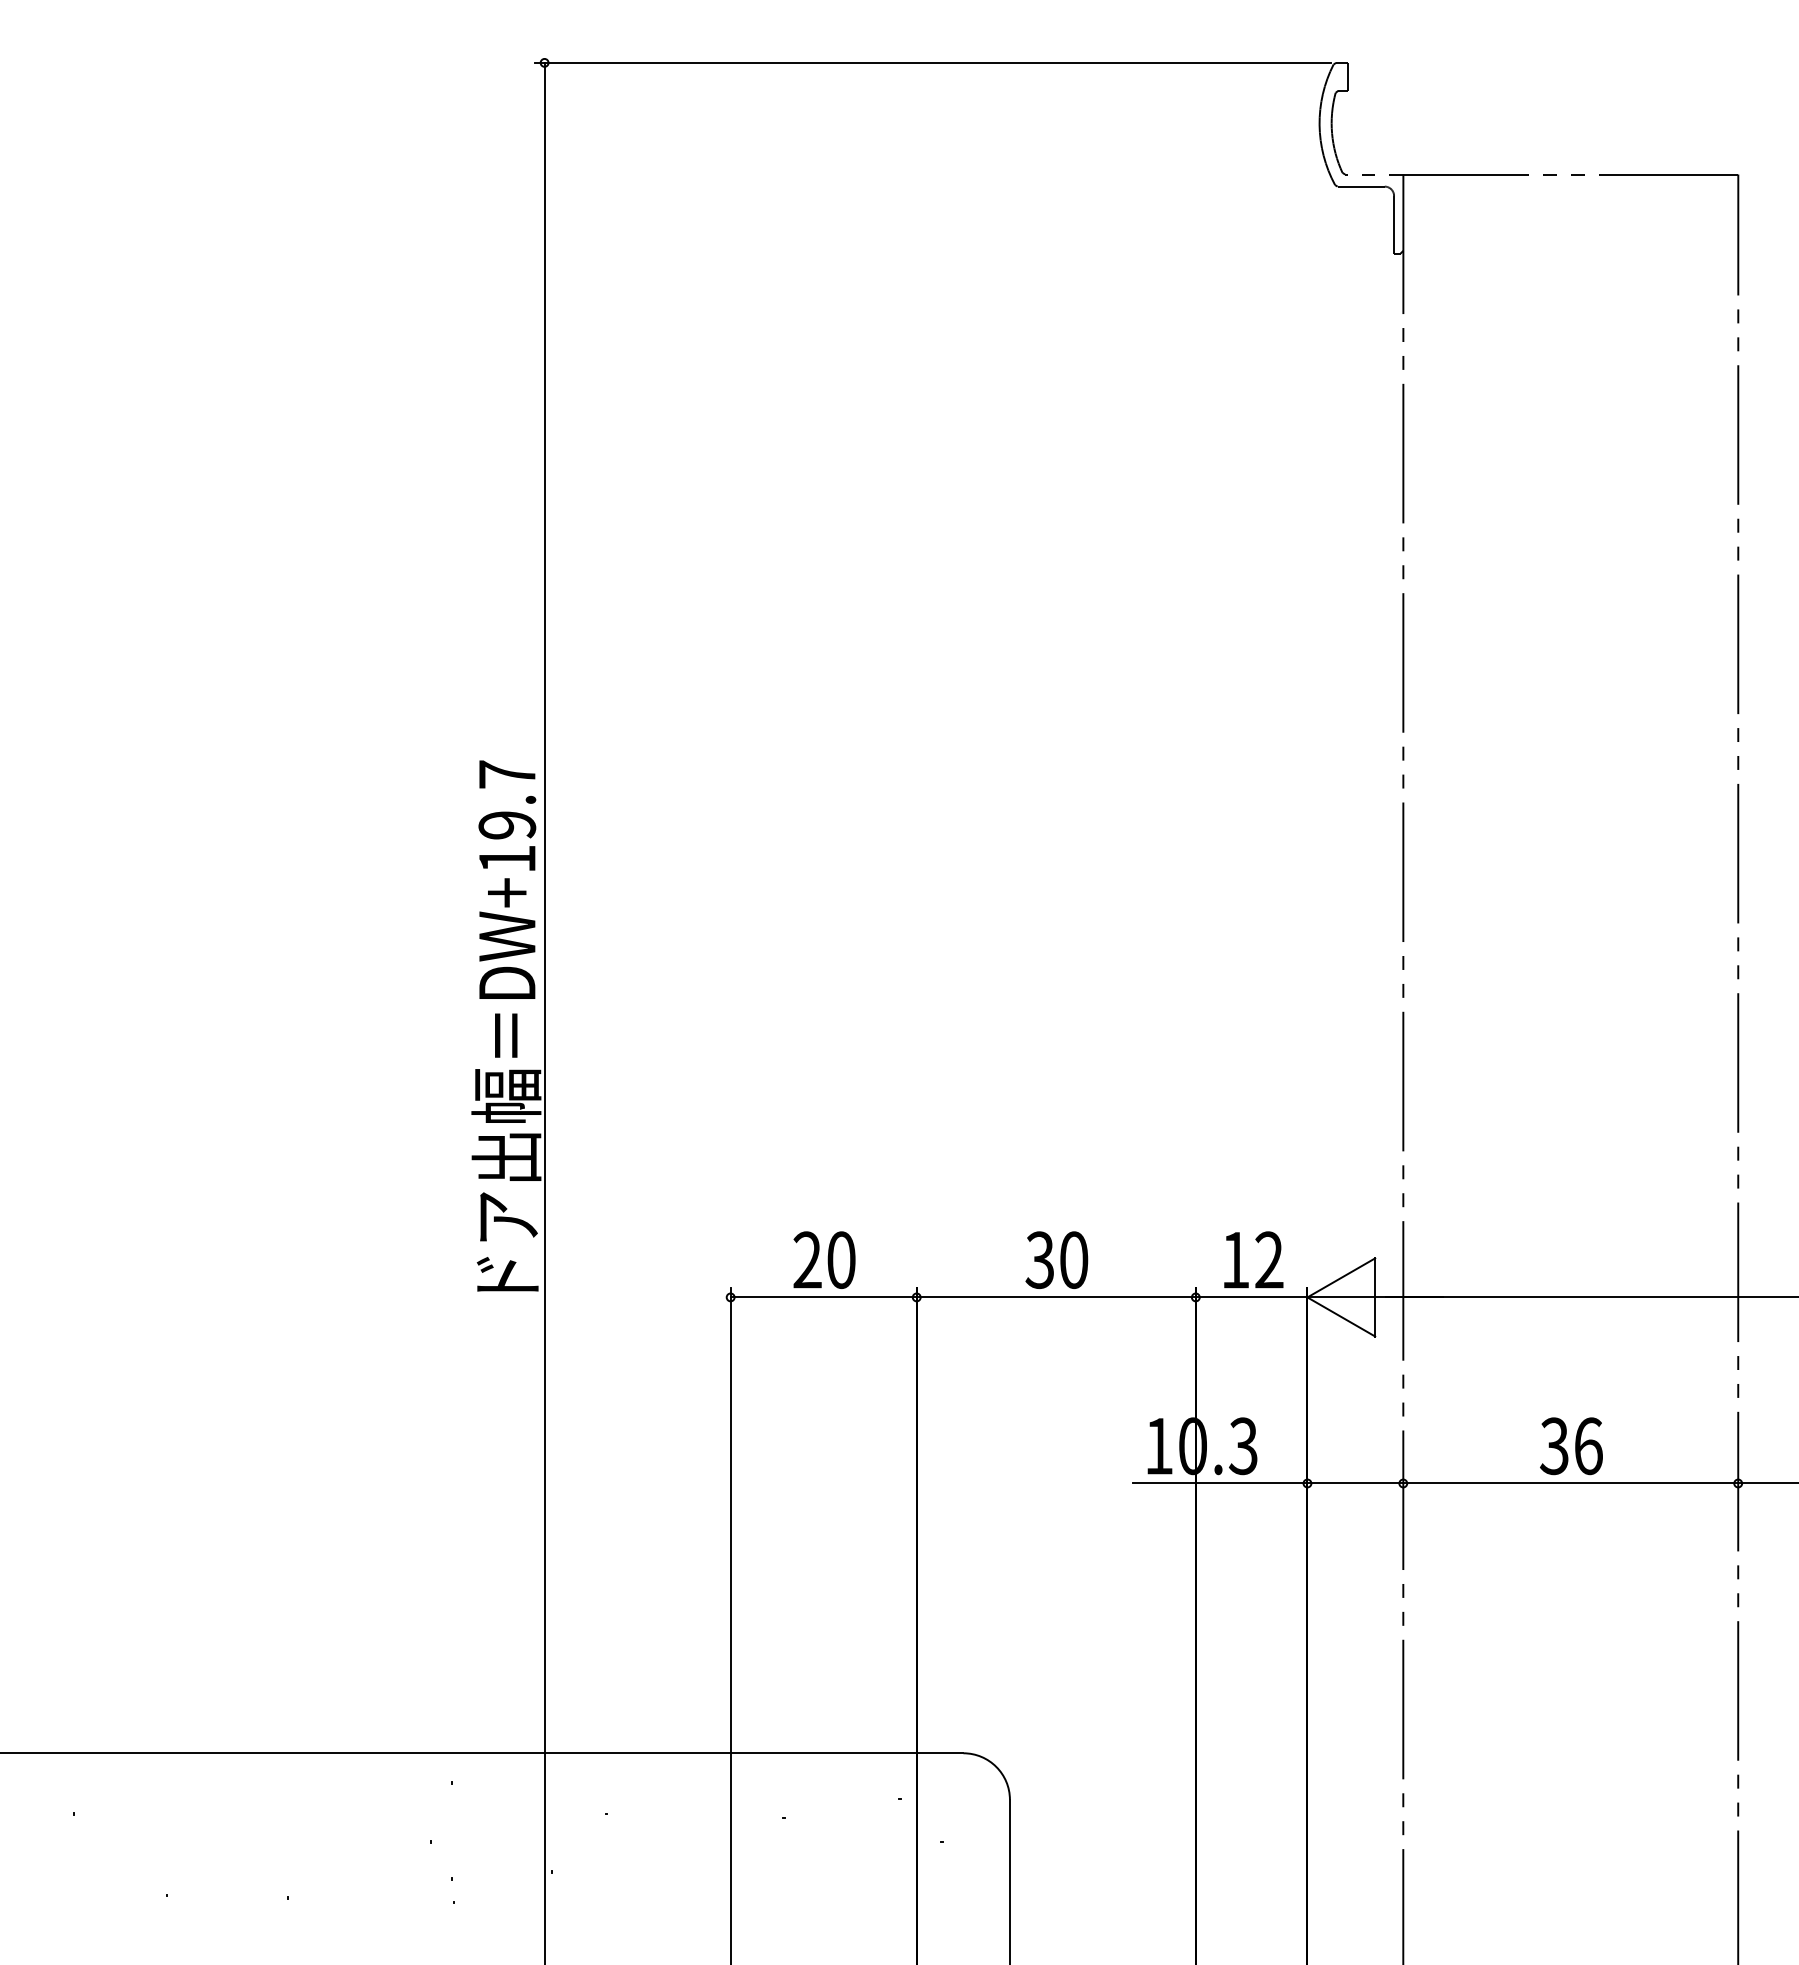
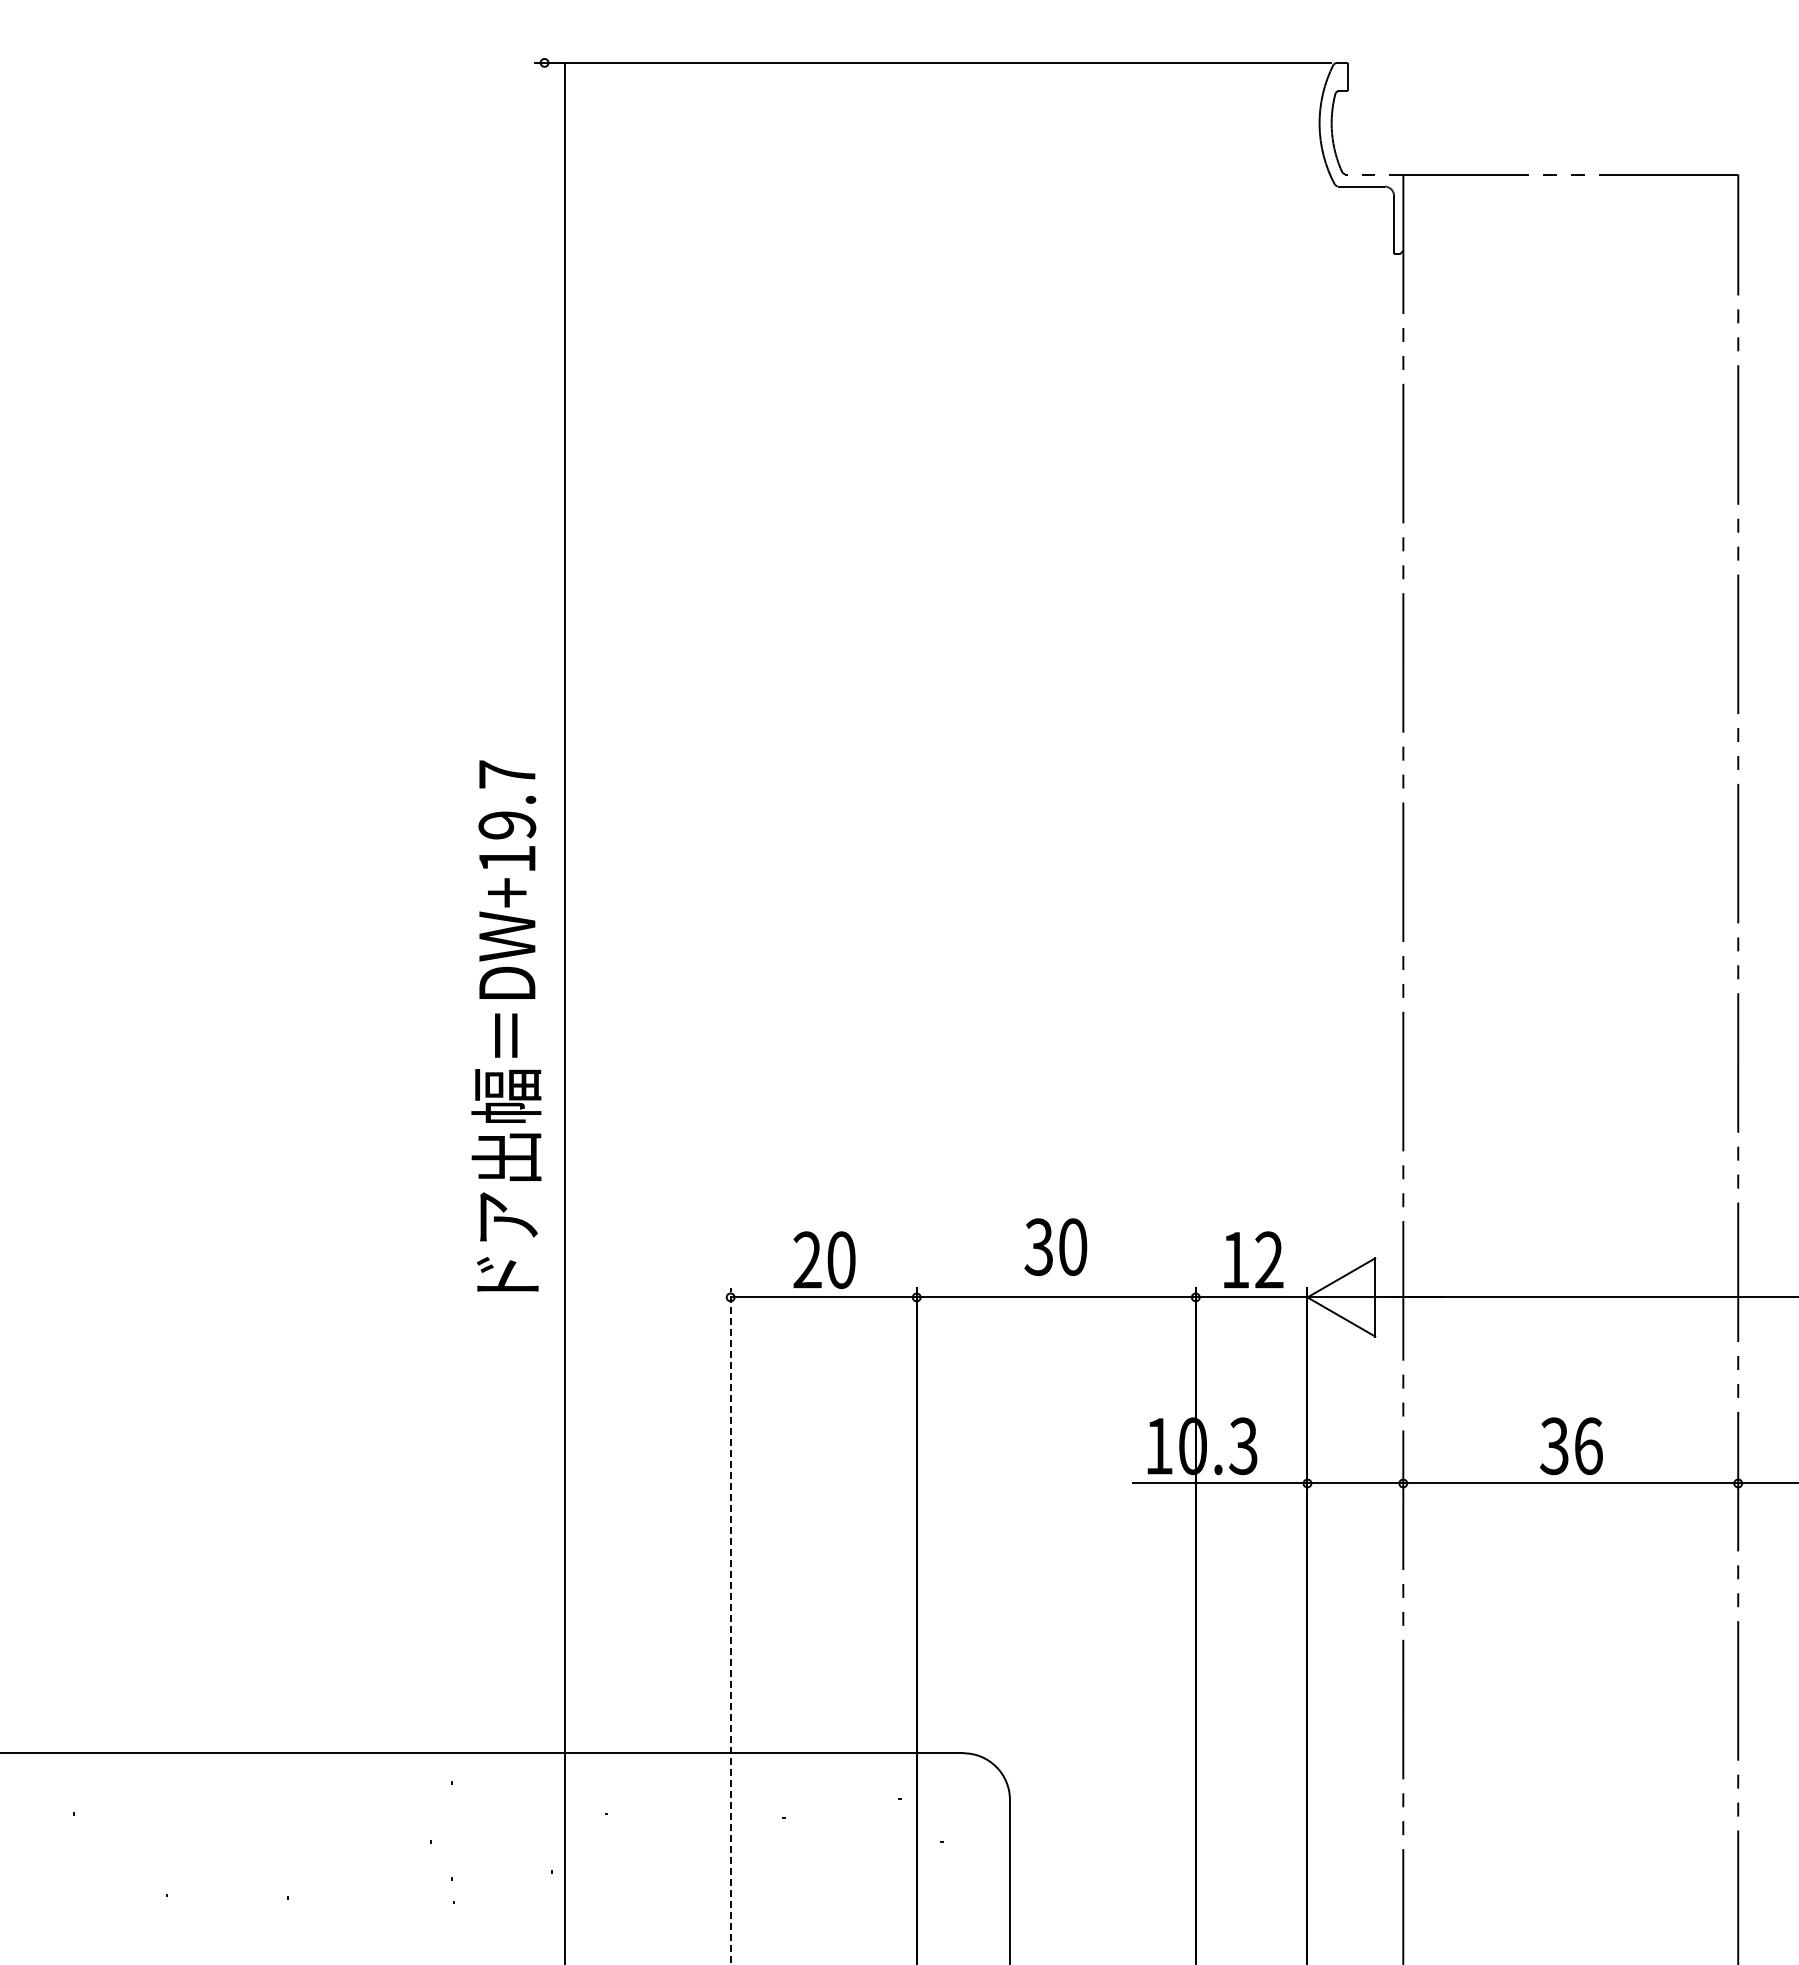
line at (544, 1011) position: (544, 1011) -> (564, 1011)
text at (1056, 1259) position: (1056, 1259) -> (1055, 1246)
line at (730, 1626): solid -> dashed
